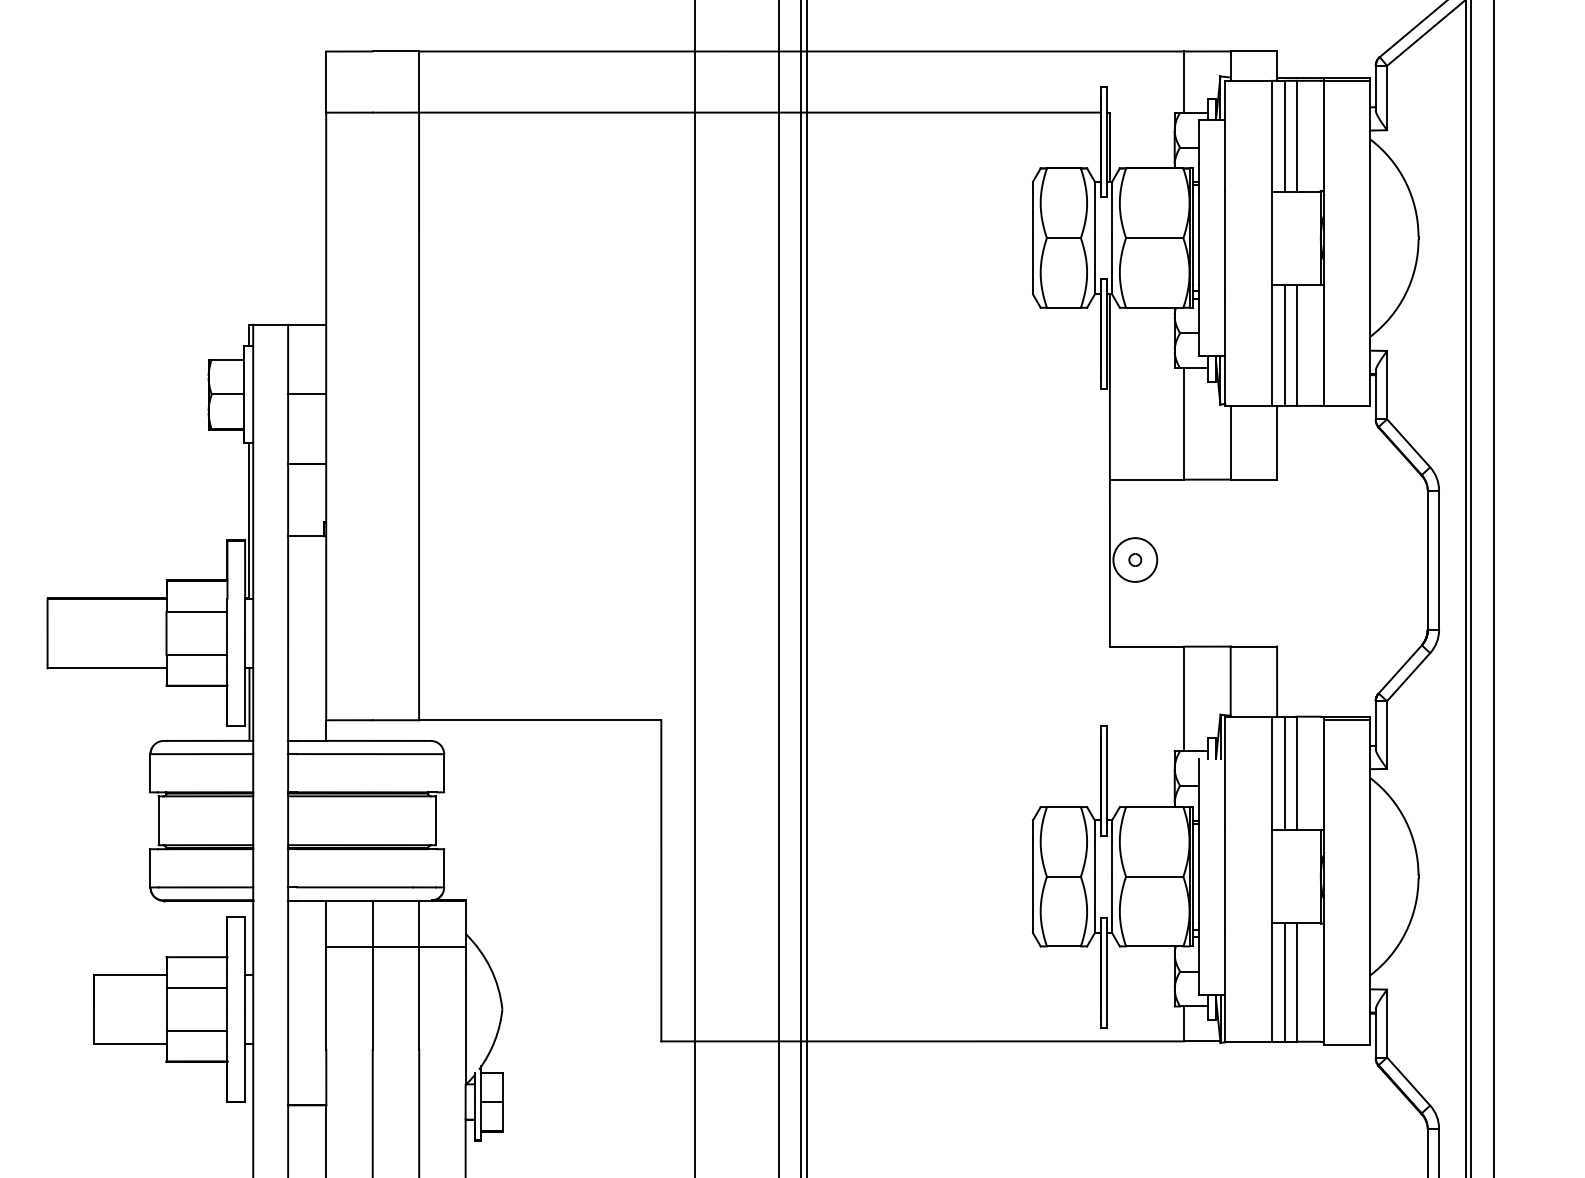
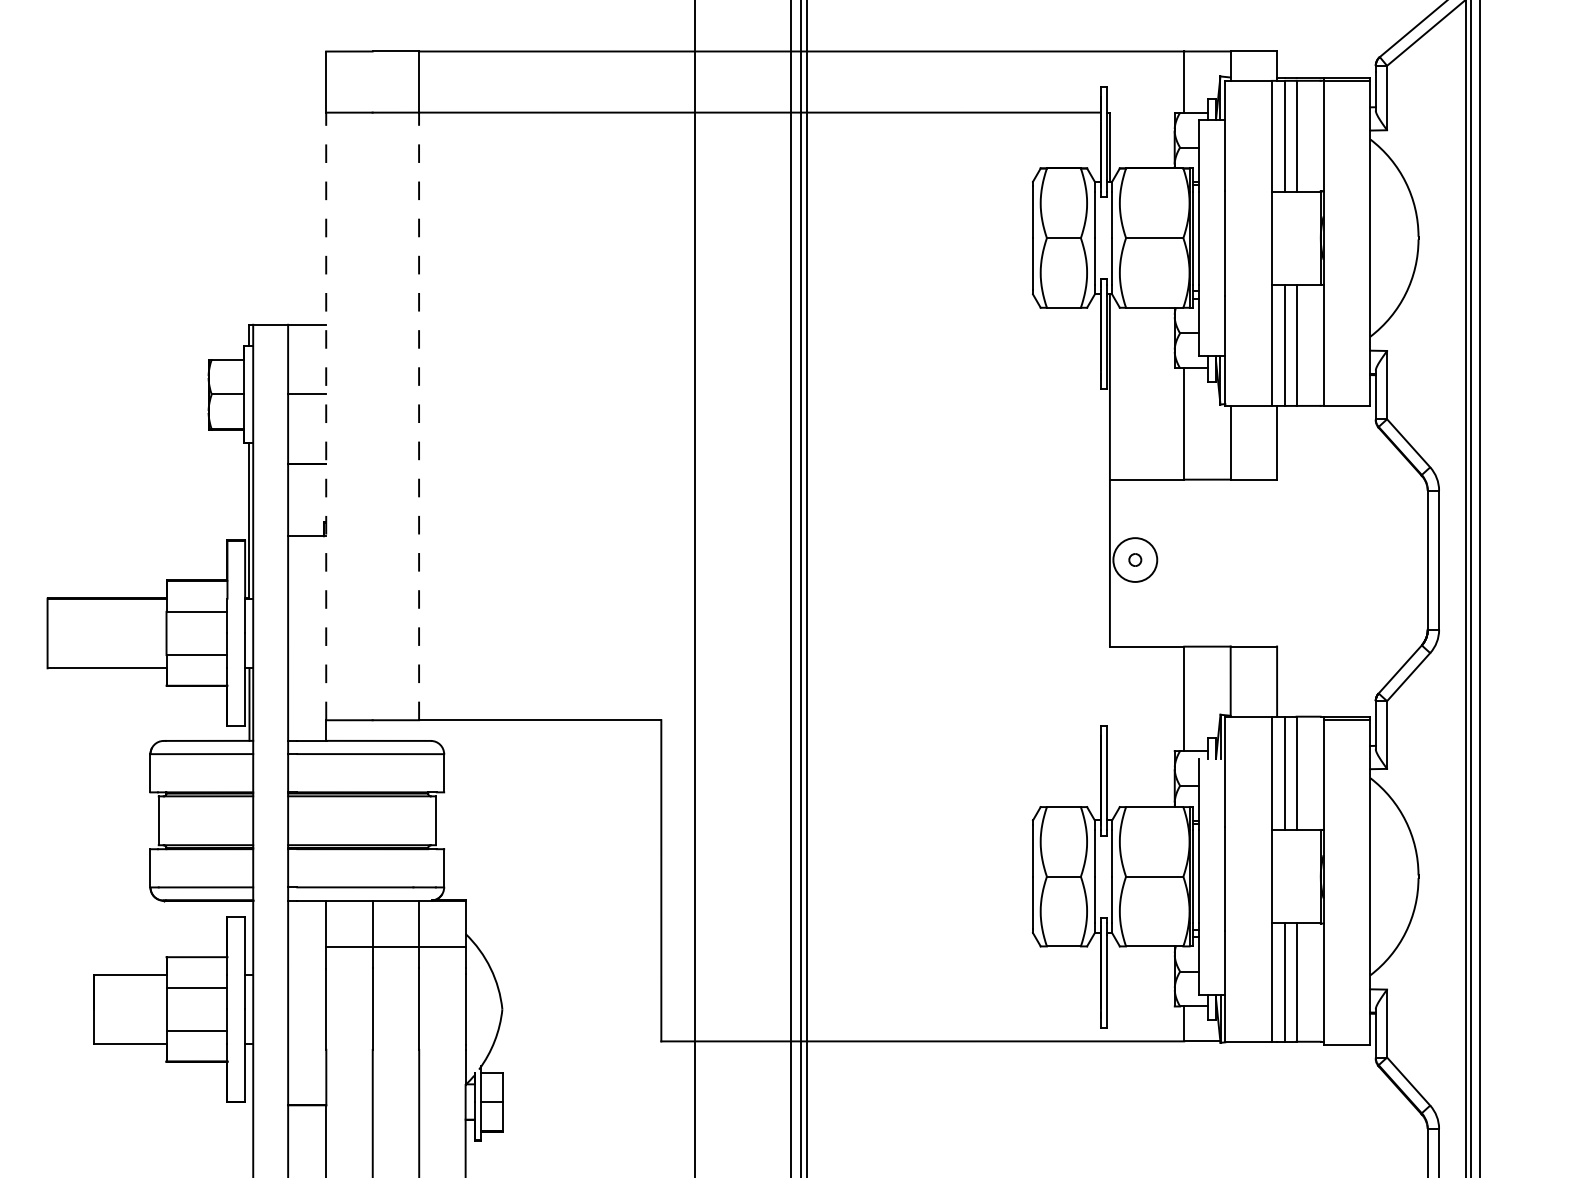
line at (326, 416): solid -> dashed
line at (419, 416): solid -> dashed
line at (778, 588) position: (778, 588) -> (790, 588)
line at (1493, 588) position: (1493, 588) -> (1479, 588)
